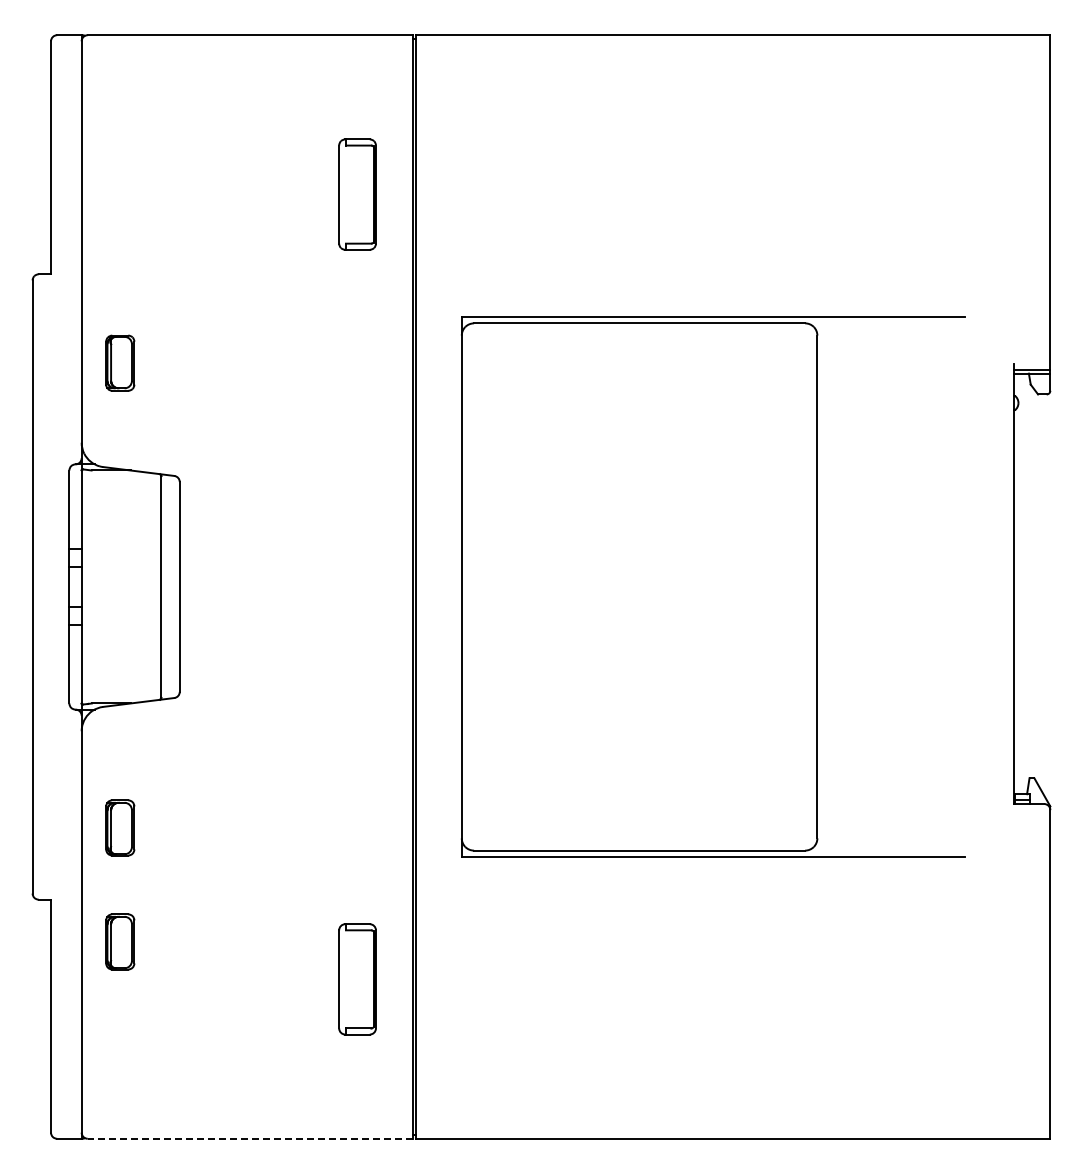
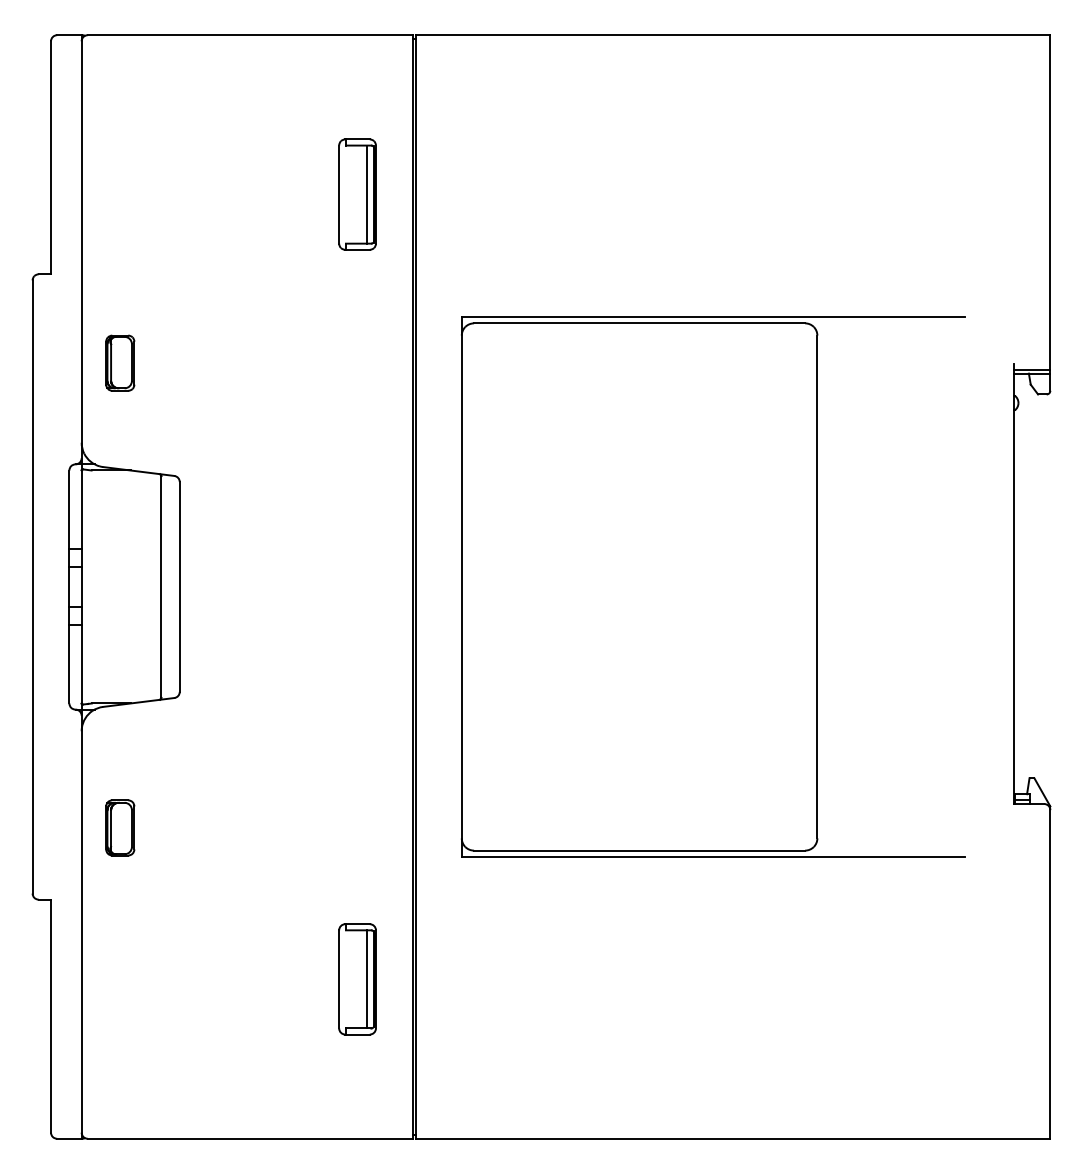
line at (367, 194): none -> present
part at (120, 941): present -> none
line at (367, 979): none -> present
line at (249, 1138): dashed -> solid
